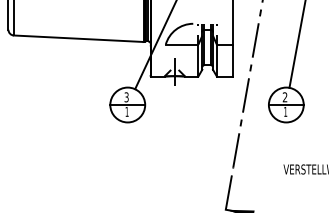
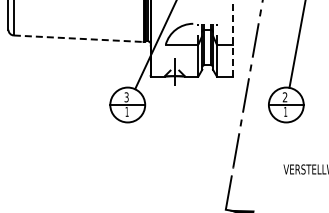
line at (78, 38): solid -> dashed
line at (233, 38): solid -> dashed
